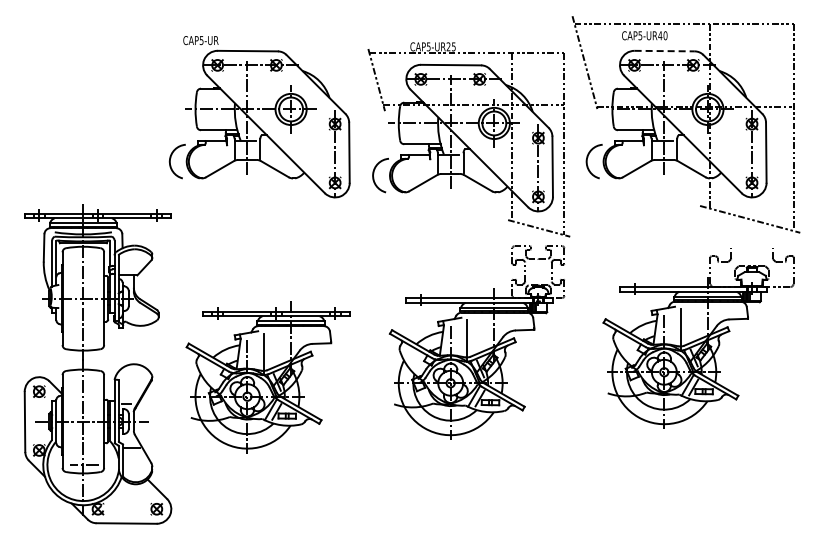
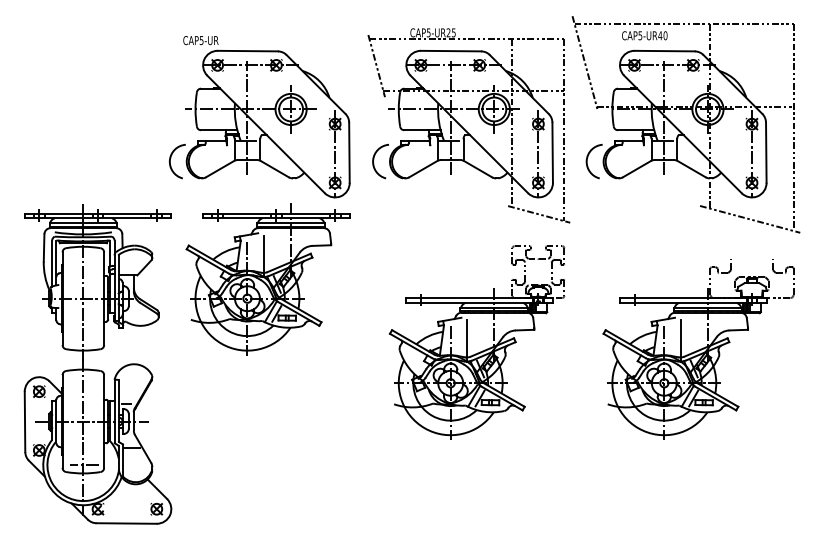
line at (665, 51): dashed -> solid
part at (468, 139) position: (468, 139) -> (468, 125)
part at (698, 338) position: (698, 338) -> (698, 349)
part at (267, 377) position: (267, 377) -> (267, 279)
